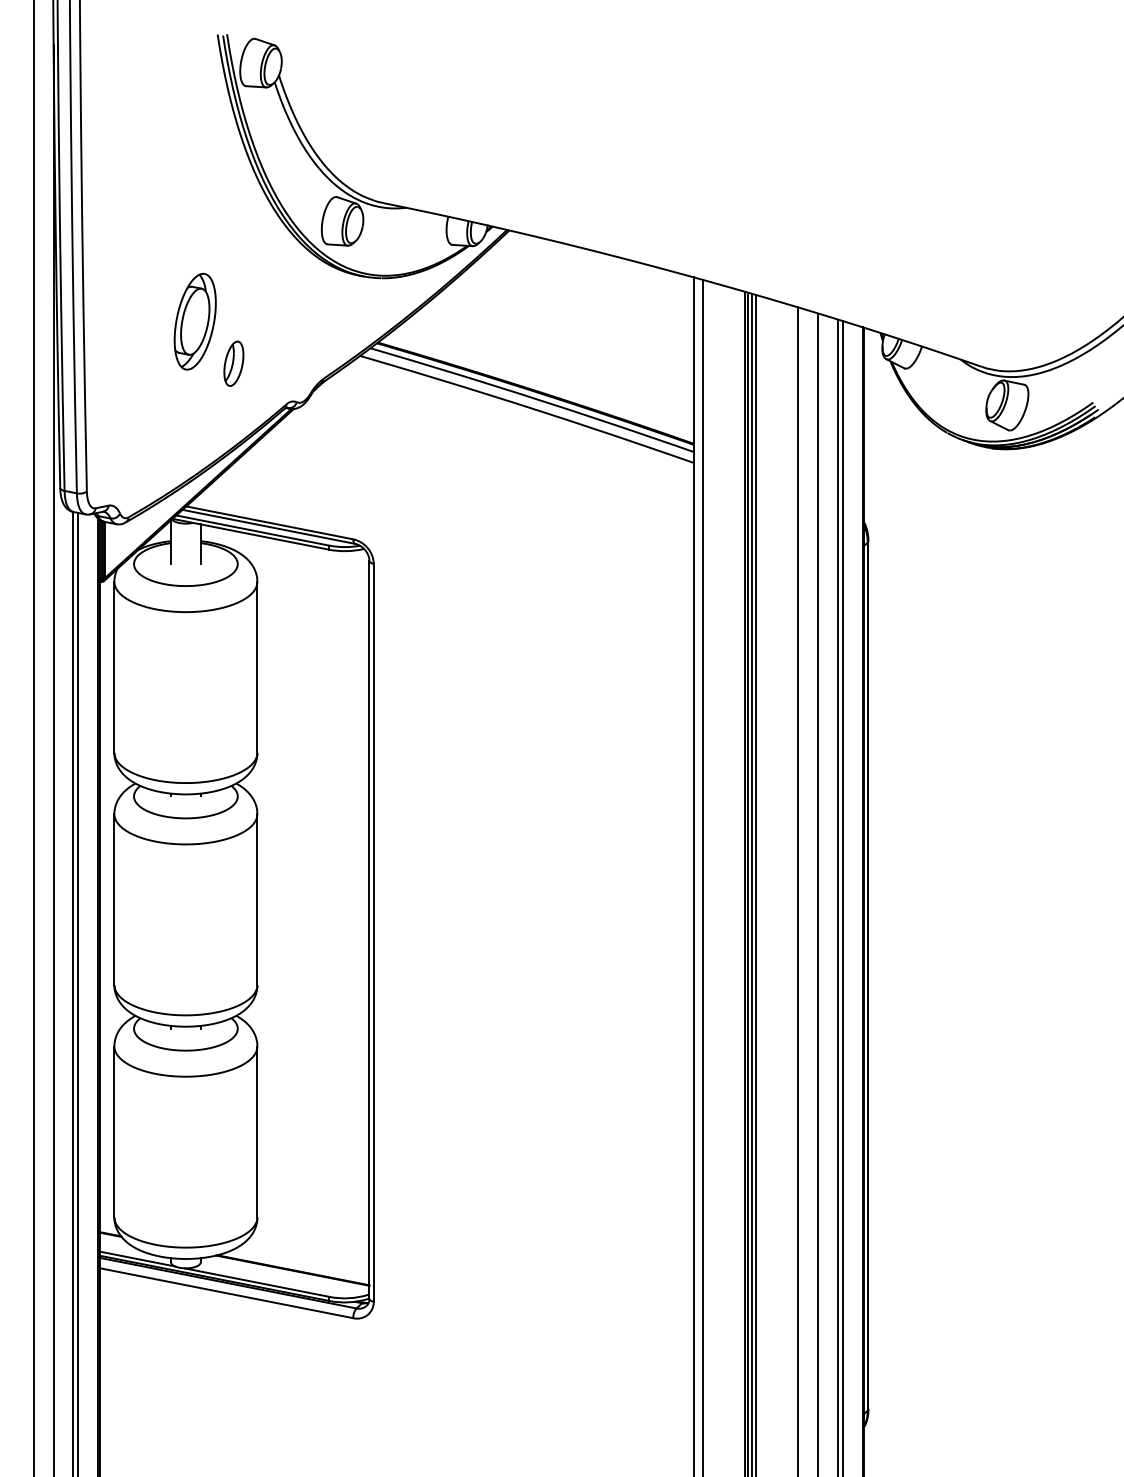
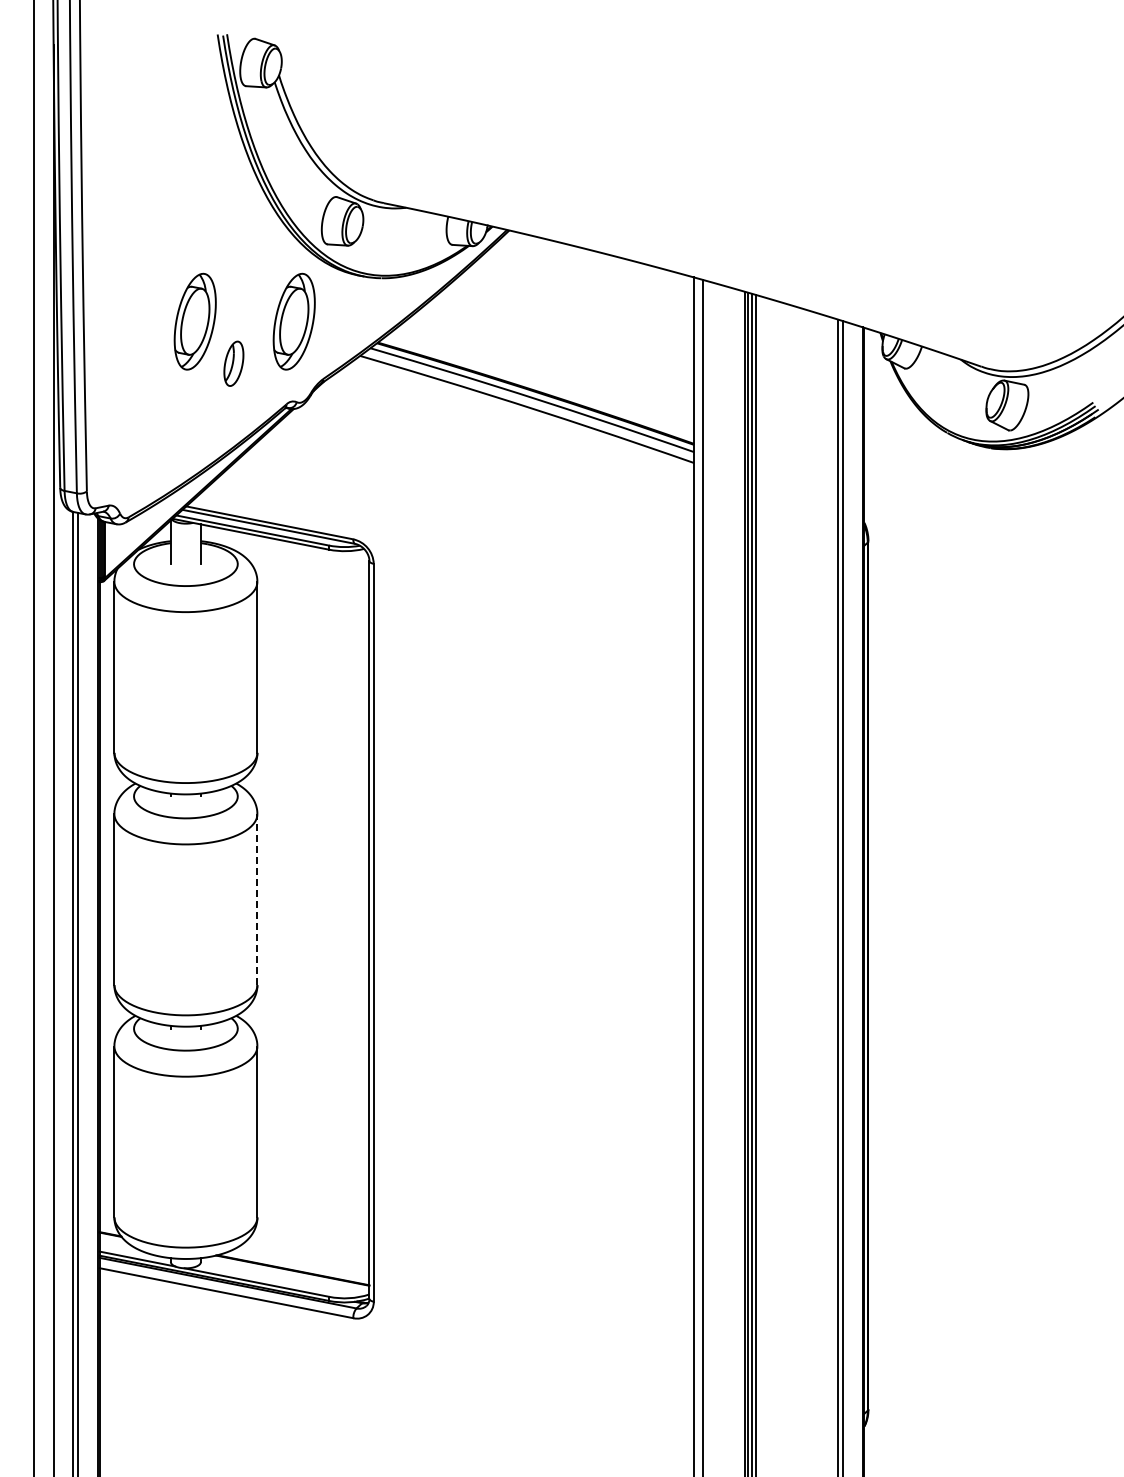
part at (293, 321): none -> present
line at (798, 890): present -> none
line at (818, 893): present -> none
line at (257, 899): solid -> dashed
